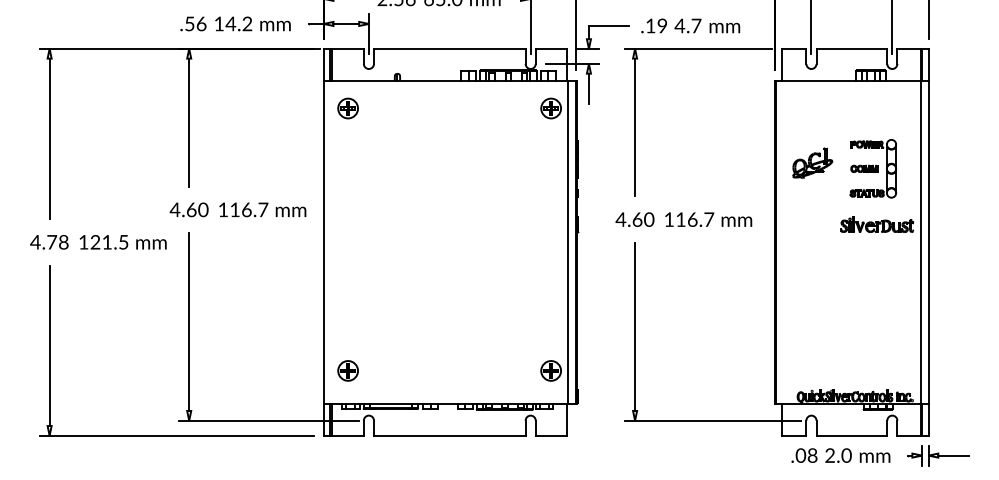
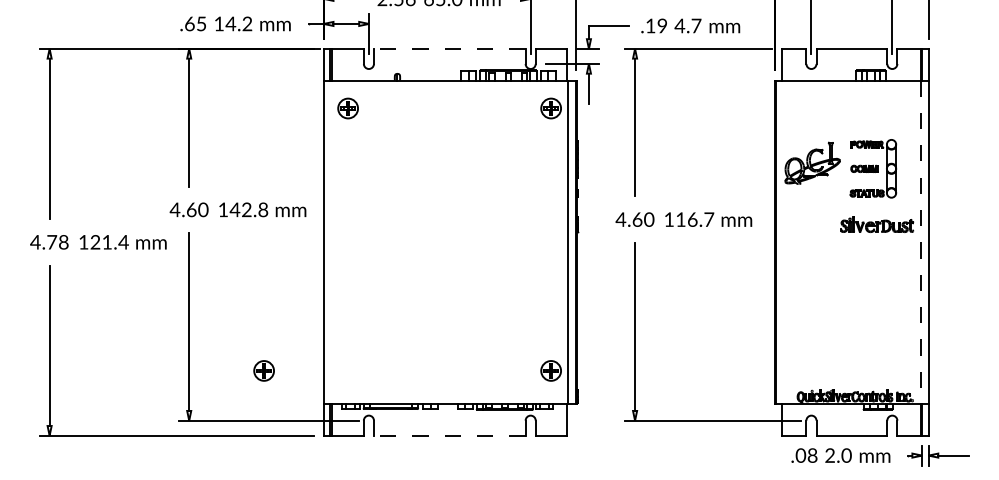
text at (195, 23): .56 -> .65
line at (449, 48): solid -> dashed
part at (812, 162) size: 42x32 px -> 57x44 px
text at (248, 209): 116.7 -> 142.8
text at (123, 242): 121.5 -> 121.4
line at (920, 242): solid -> dashed
part at (347, 370) position: (347, 370) -> (263, 370)
line at (449, 435): solid -> dashed
